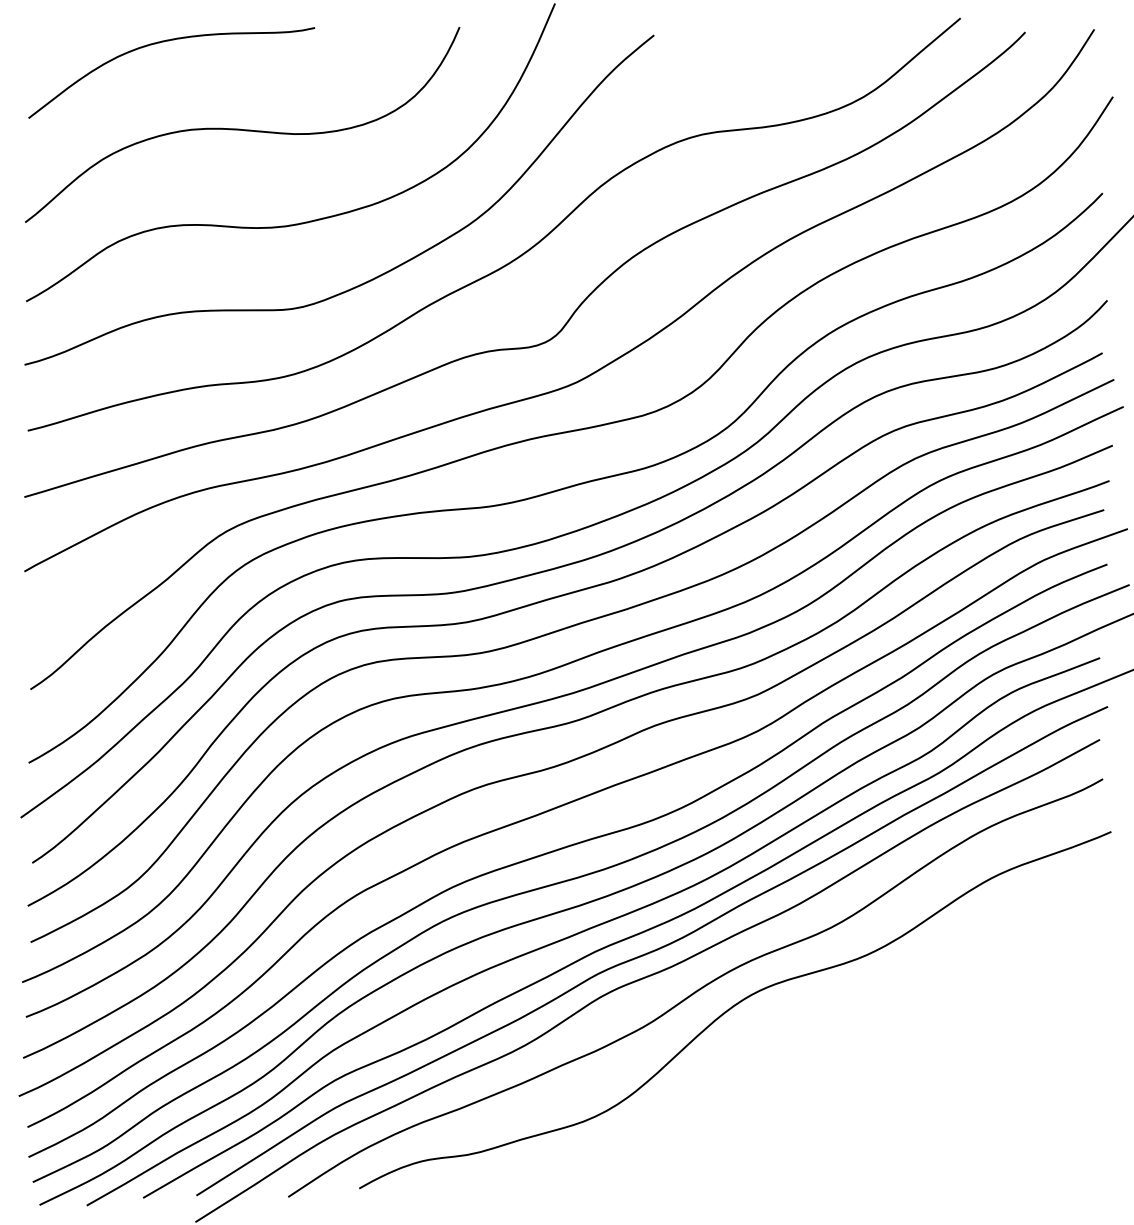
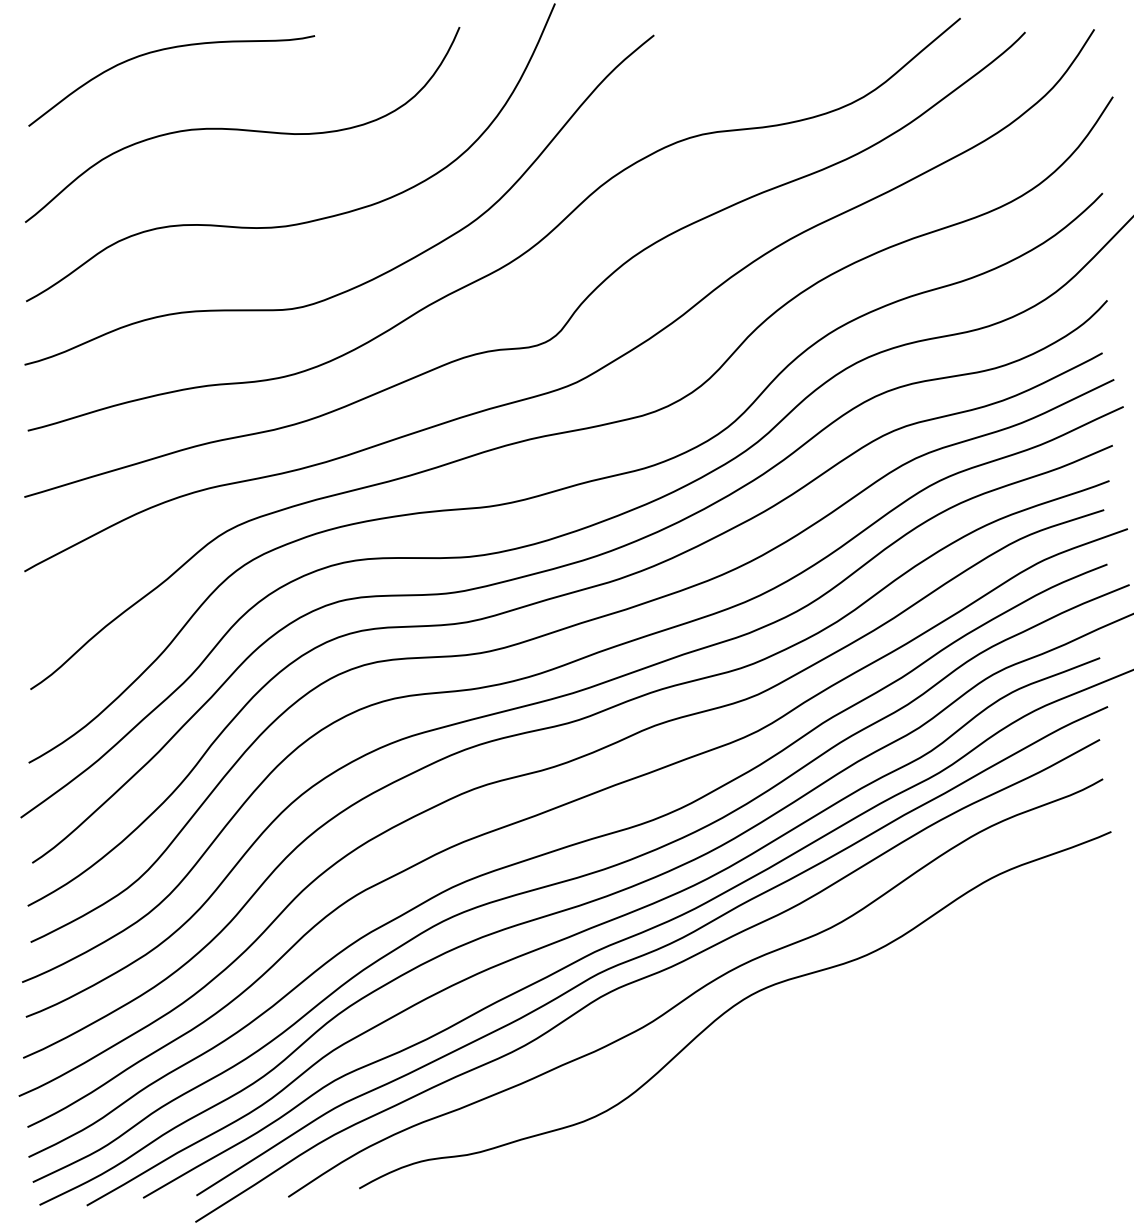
curve at (164, 42) position: (164, 42) -> (164, 50)
